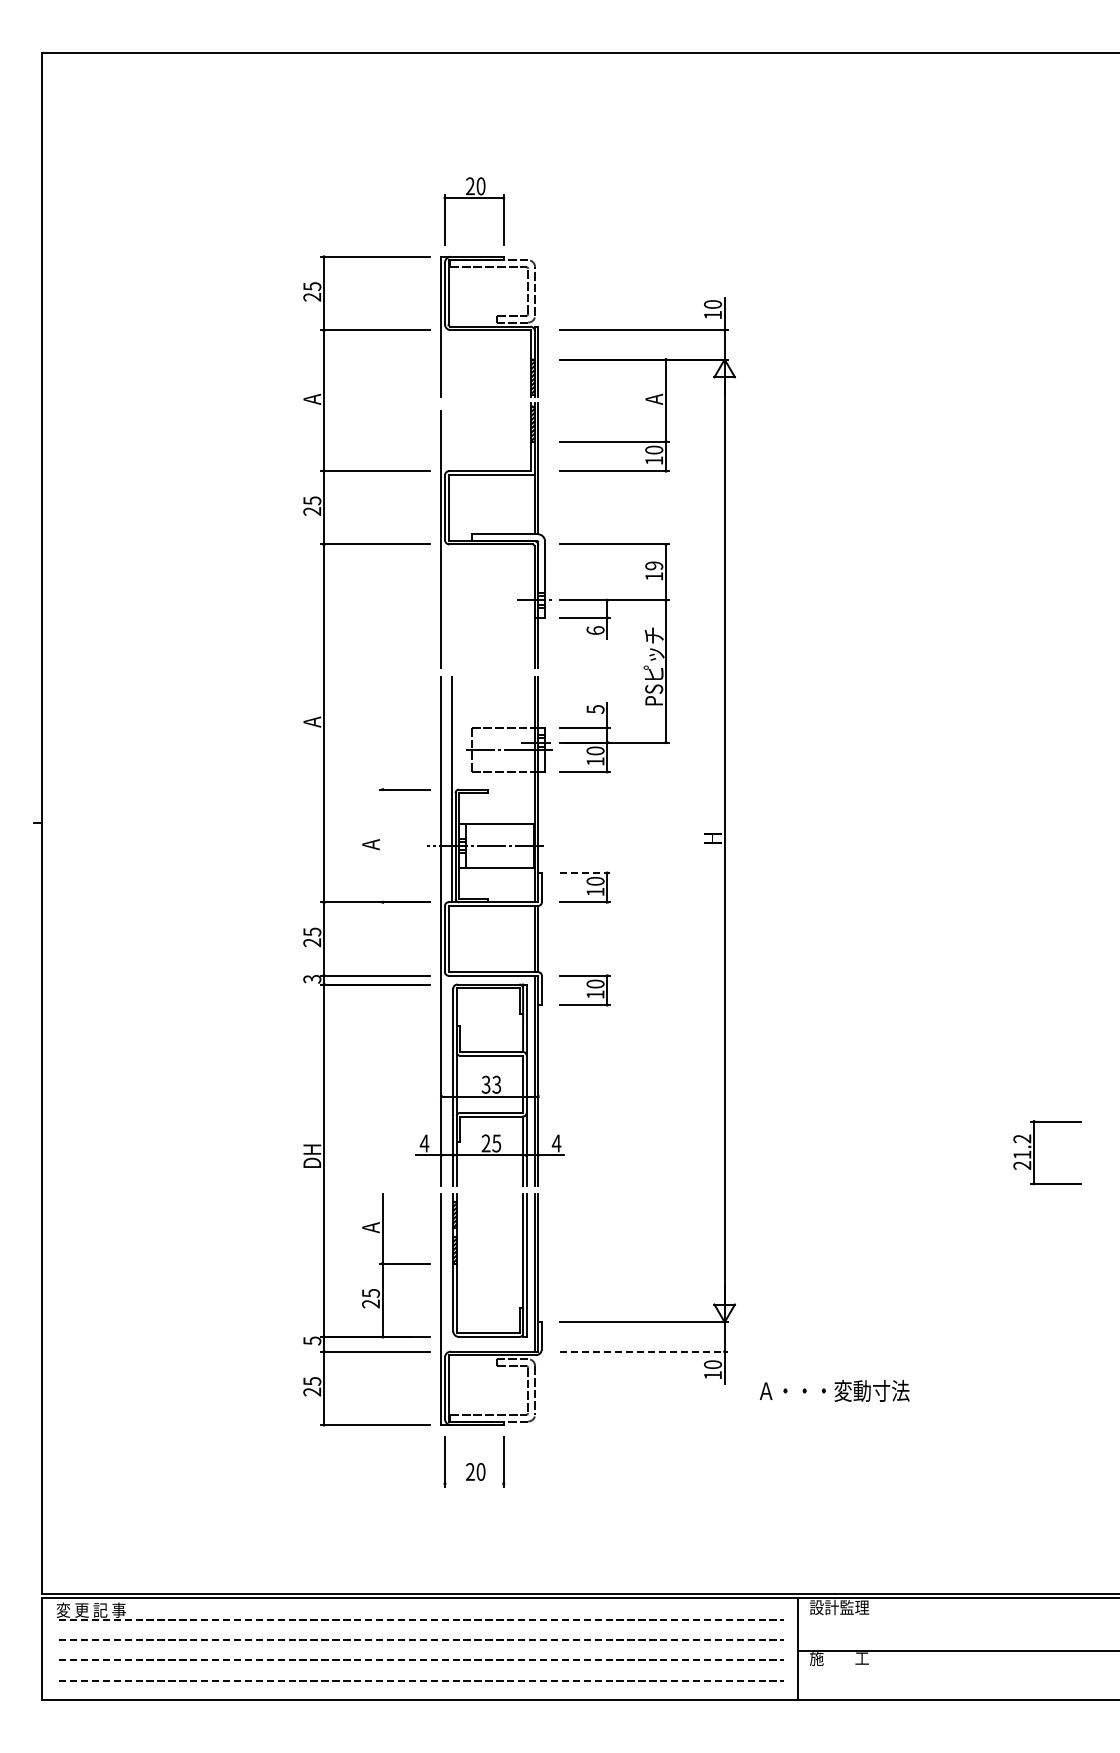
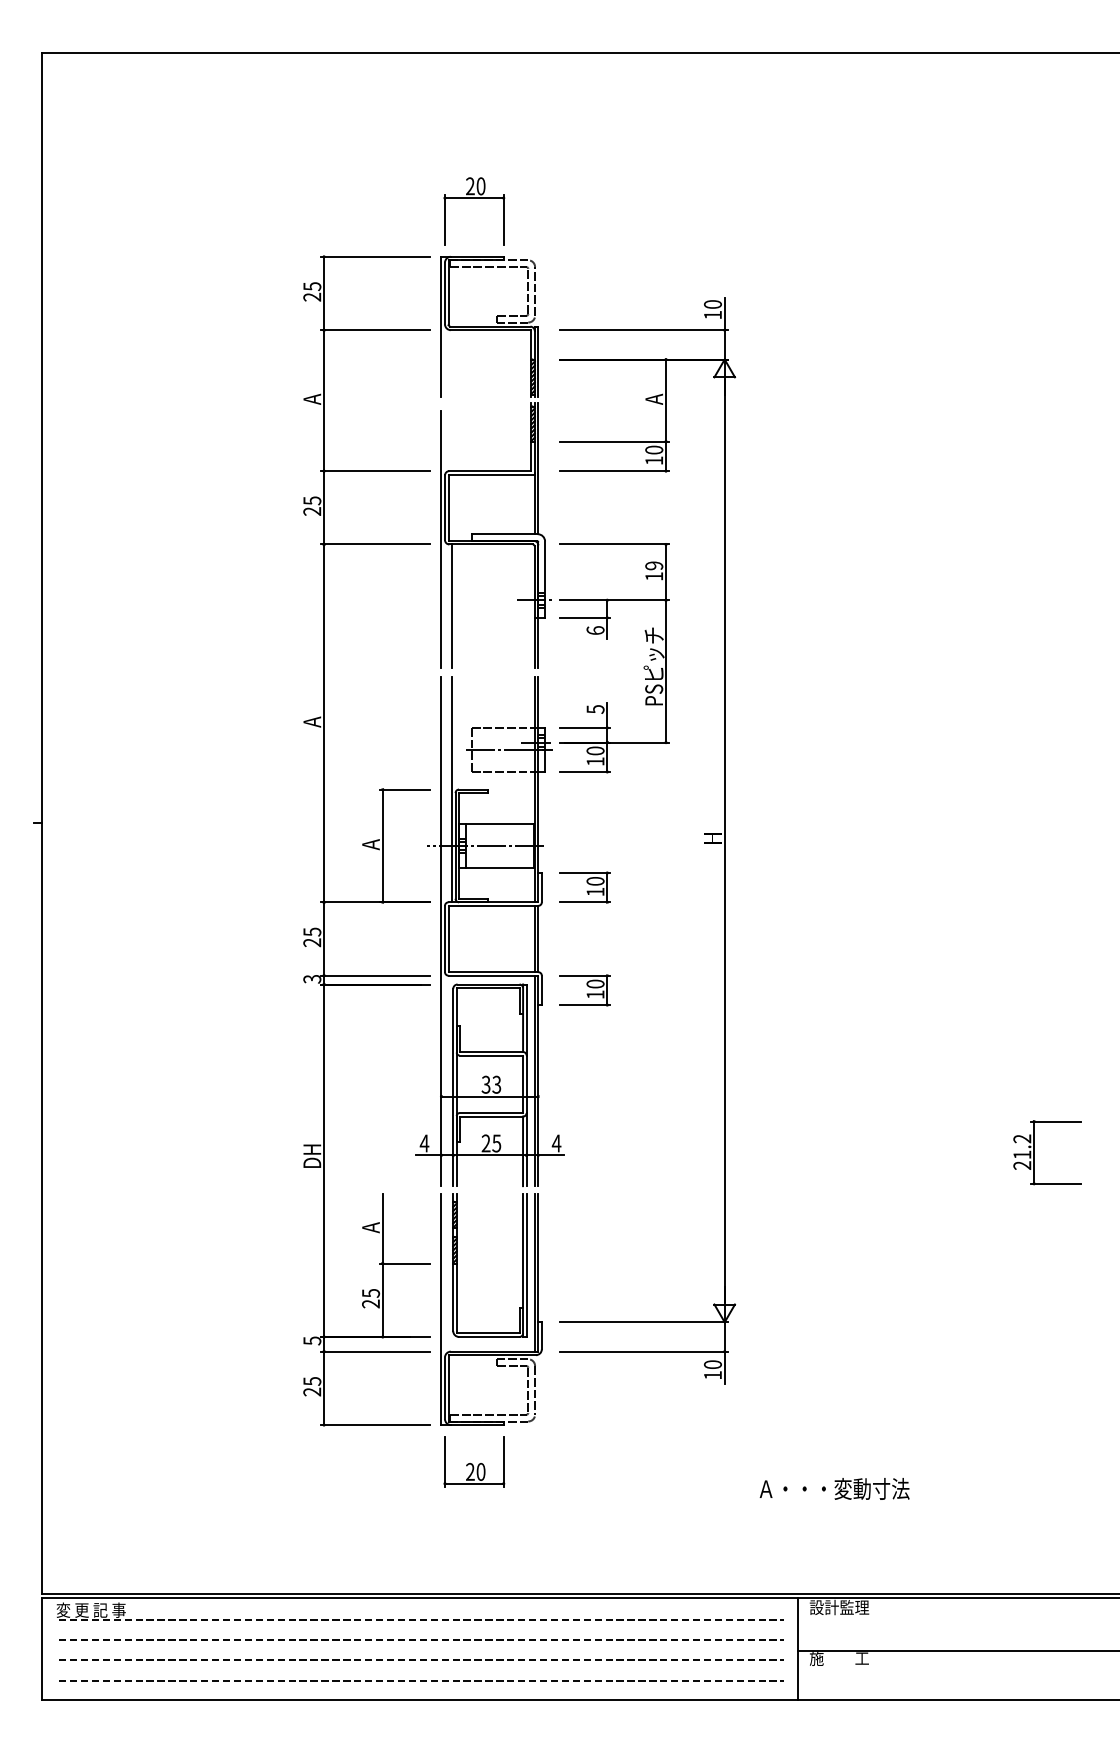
line at (452, 606): none -> present
line at (382, 845): none -> present
line at (585, 872): dashed -> solid
line at (644, 1351): dashed -> solid
text at (834, 1390) position: (834, 1390) -> (834, 1488)
line at (474, 1483): none -> present
